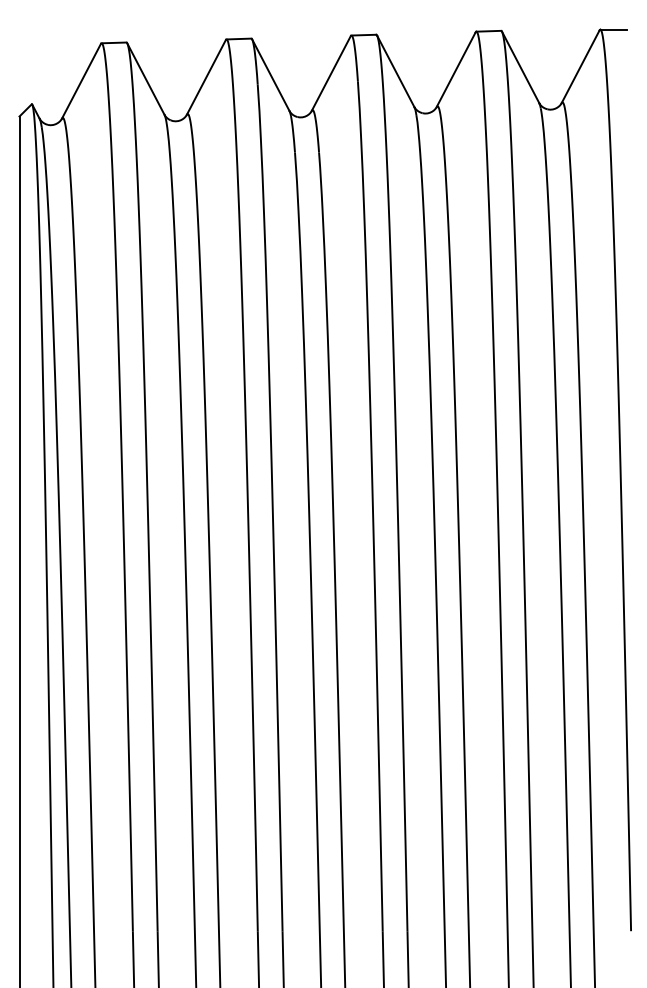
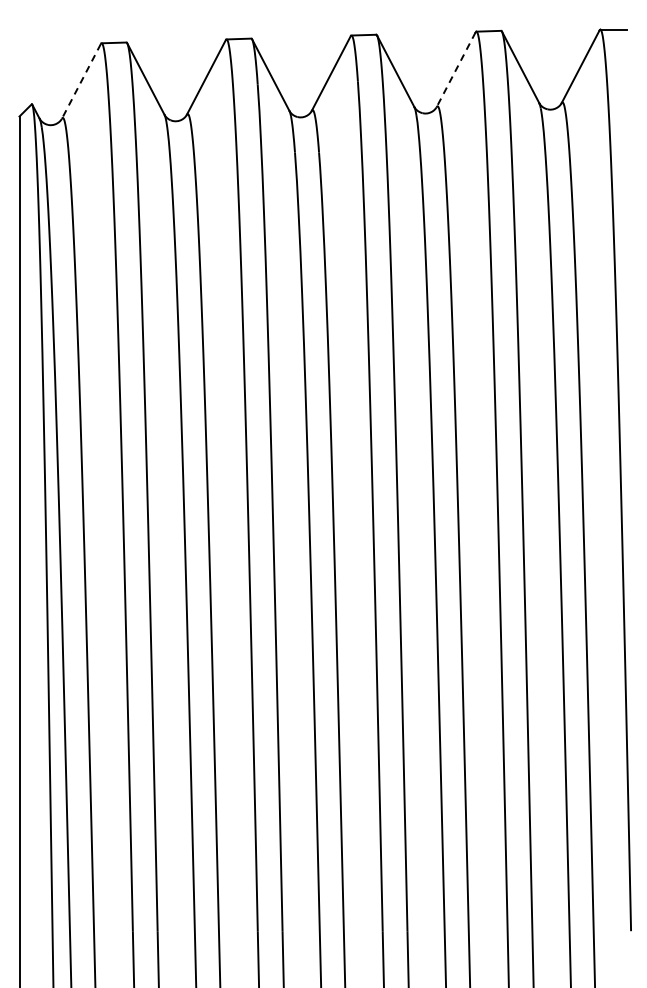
line at (455, 70): solid -> dashed
line at (81, 81): solid -> dashed
